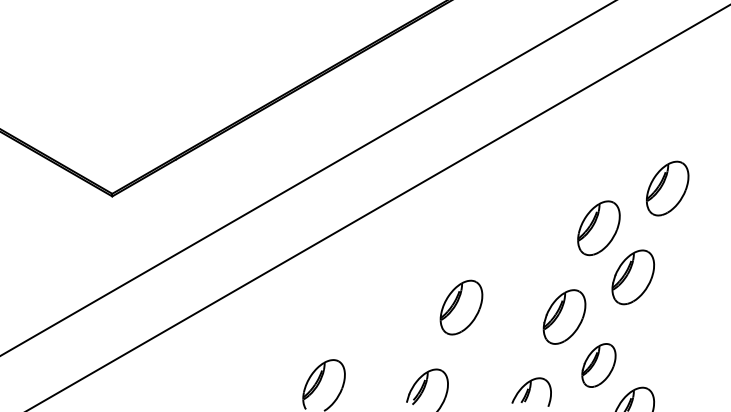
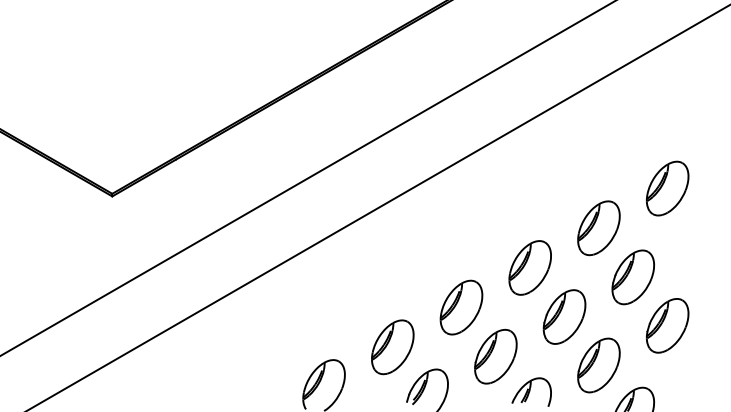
part at (529, 267): none -> present
part at (667, 325): none -> present
part at (392, 347): none -> present
part at (495, 356): none -> present
part at (598, 365) size: 36x45 px -> 44x57 px
